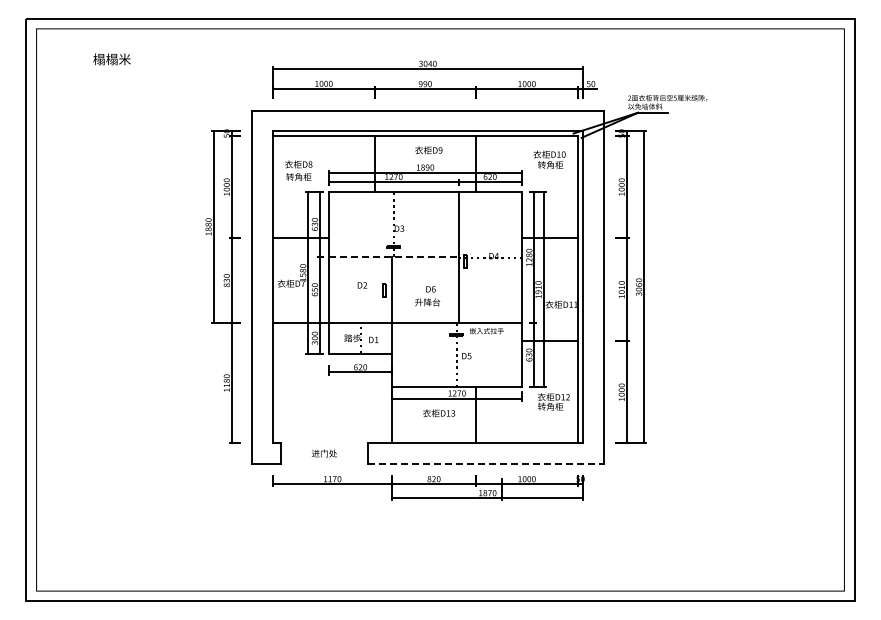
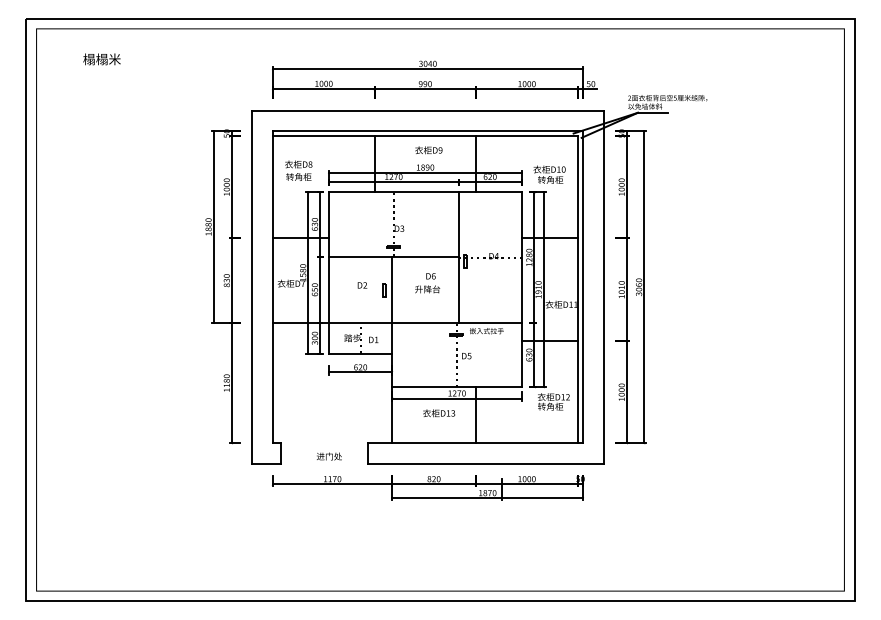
text at (111, 59) position: (111, 59) -> (101, 59)
text at (549, 159) position: (549, 159) -> (549, 174)
line at (393, 256): dashed -> solid
text at (427, 296) position: (427, 296) -> (427, 283)
text at (324, 453) position: (324, 453) -> (329, 456)
line at (485, 463): dashed -> solid
